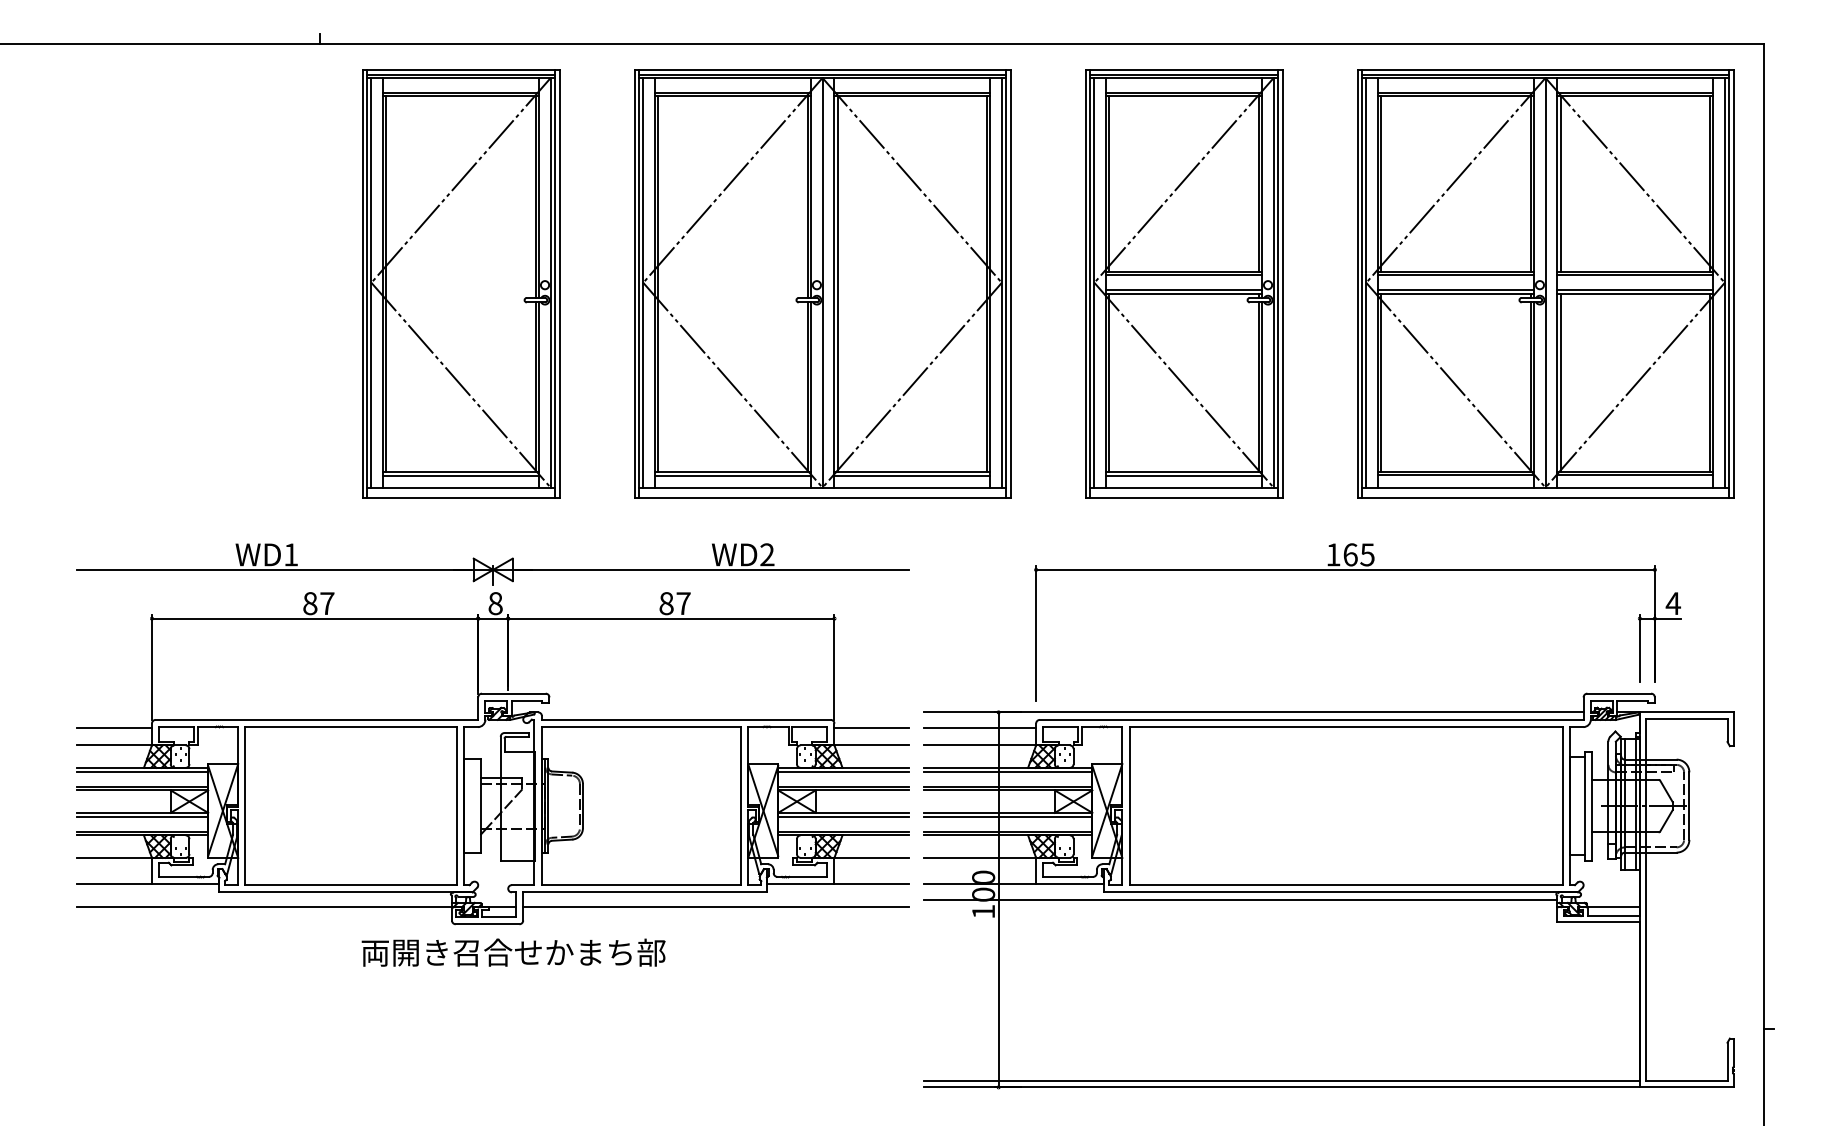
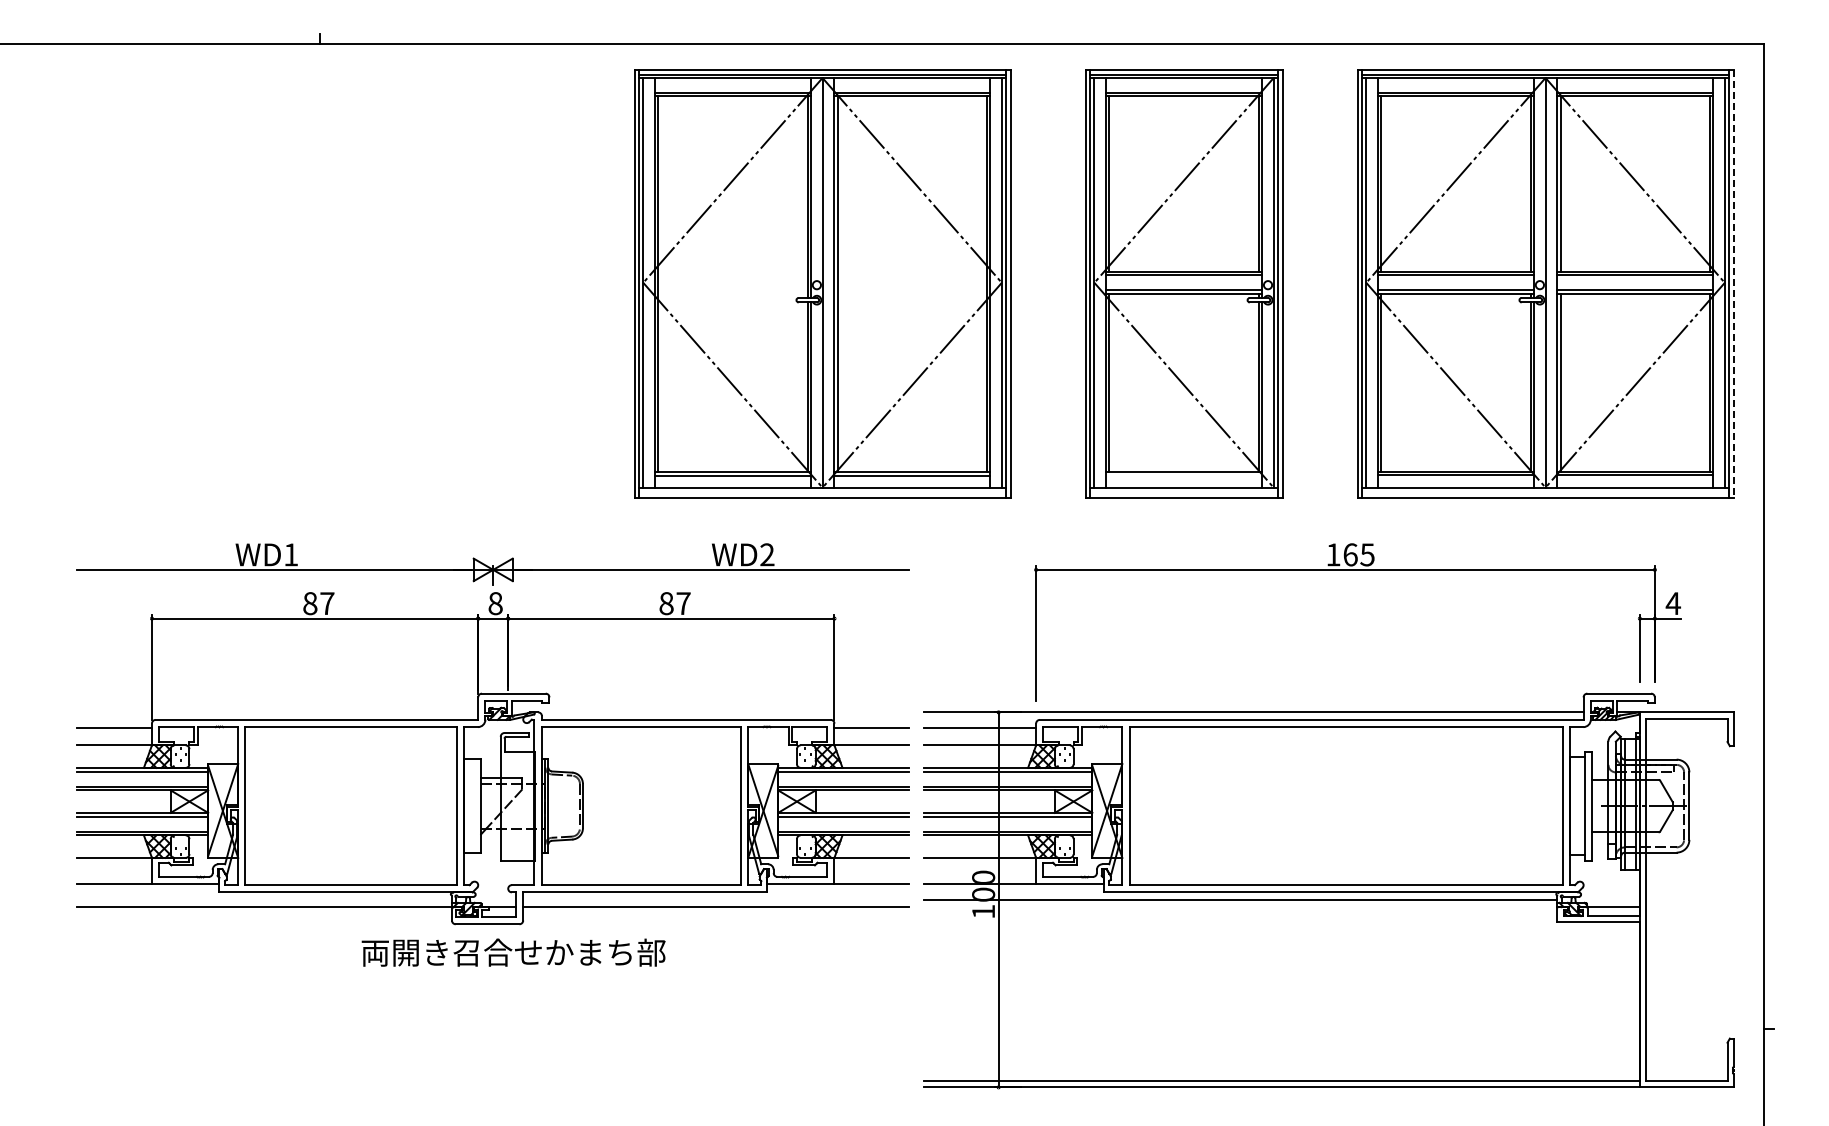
part at (461, 283): present -> none
line at (1733, 284): solid -> dashed
line at (1184, 475): present -> none
